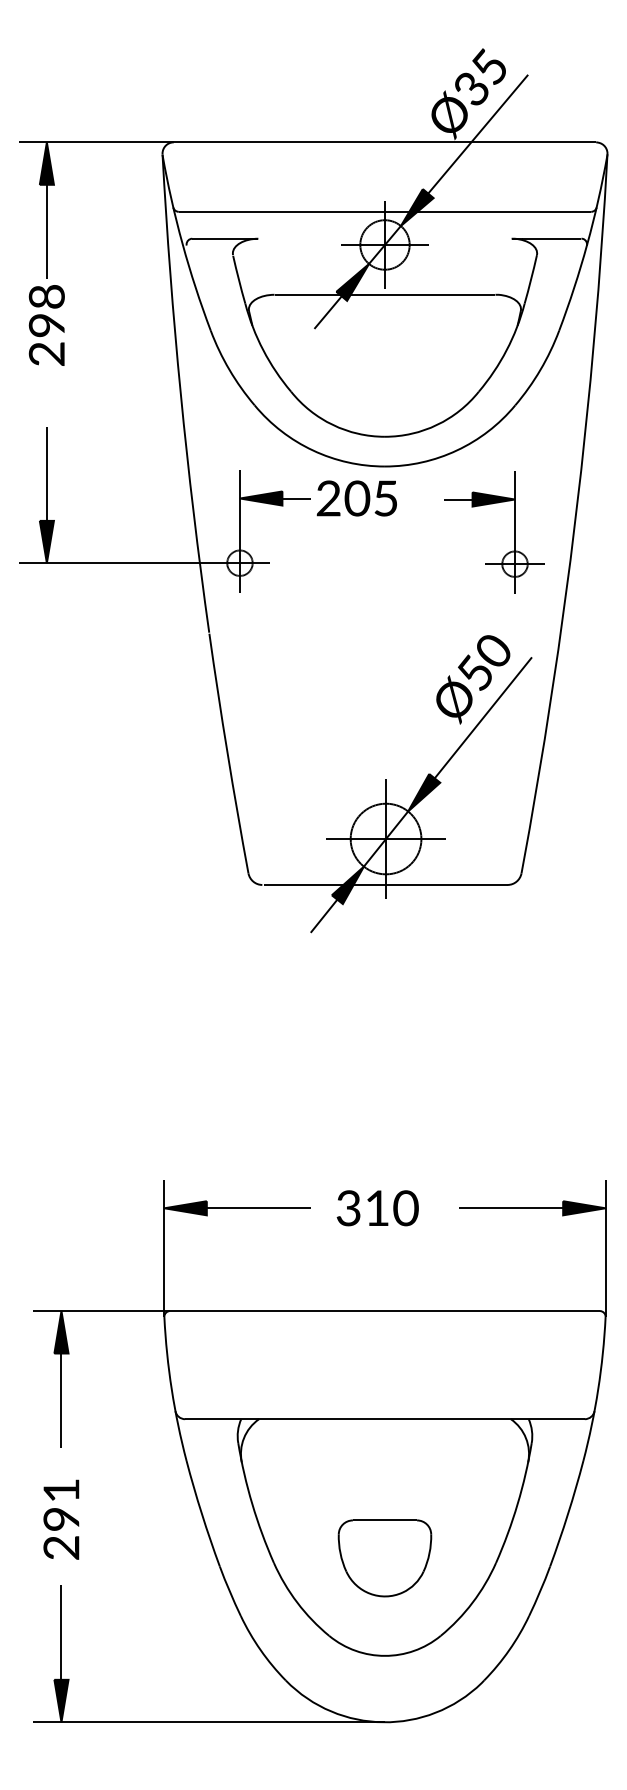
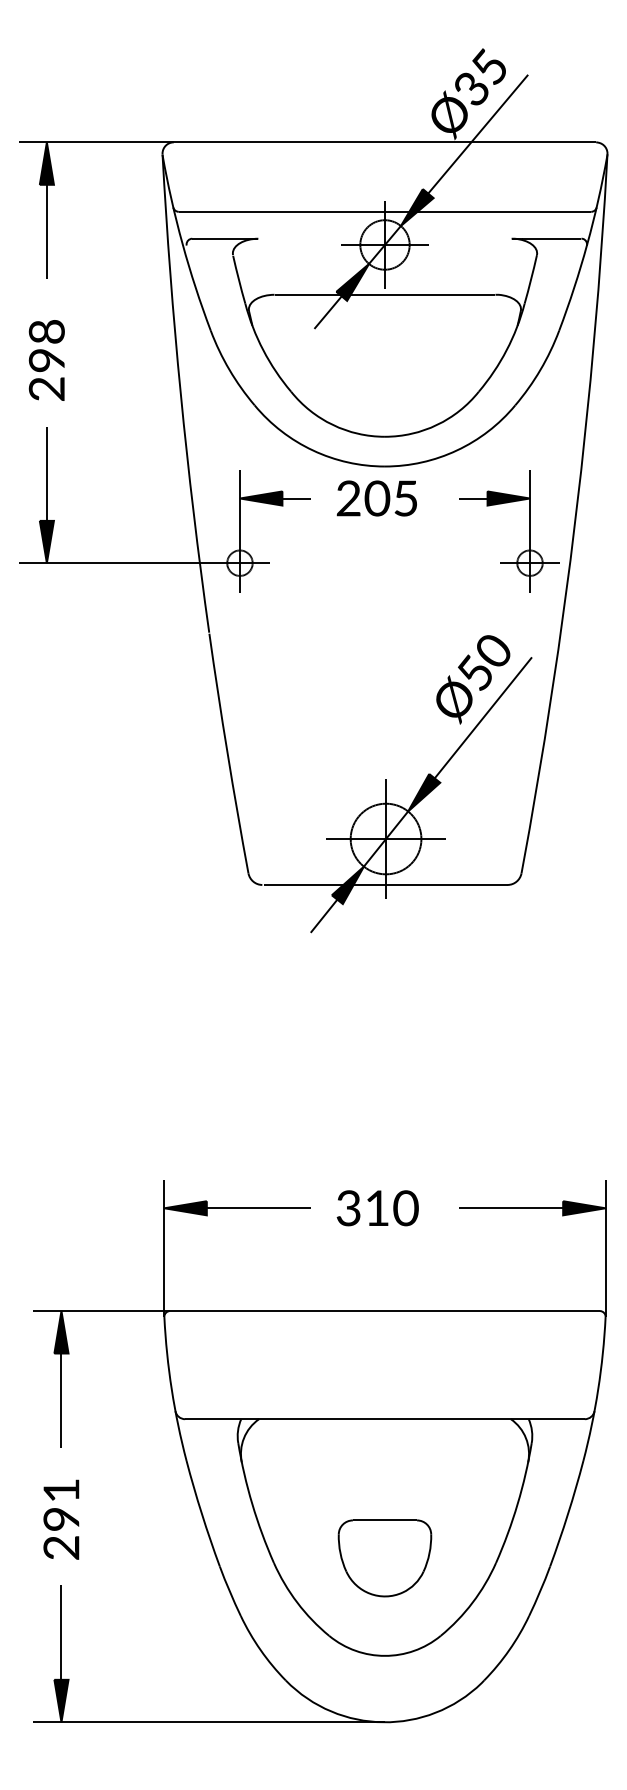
text at (46, 325) position: (46, 325) -> (46, 360)
text at (356, 498) position: (356, 498) -> (376, 498)
part at (514, 532) position: (514, 532) -> (529, 531)
